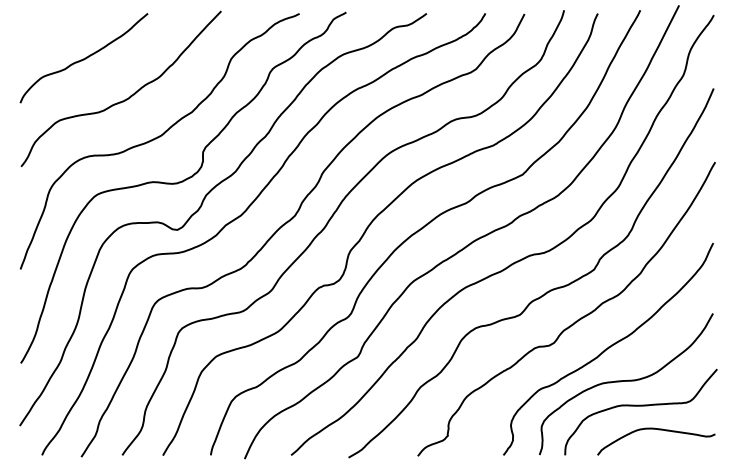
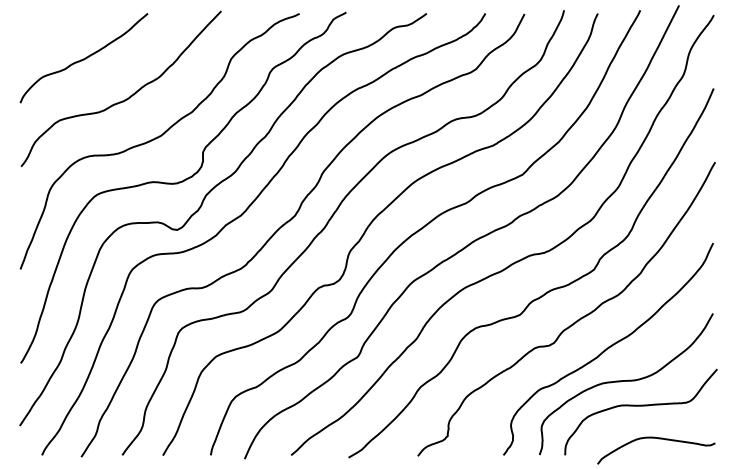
curve at (658, 430) position: (658, 430) -> (658, 439)
